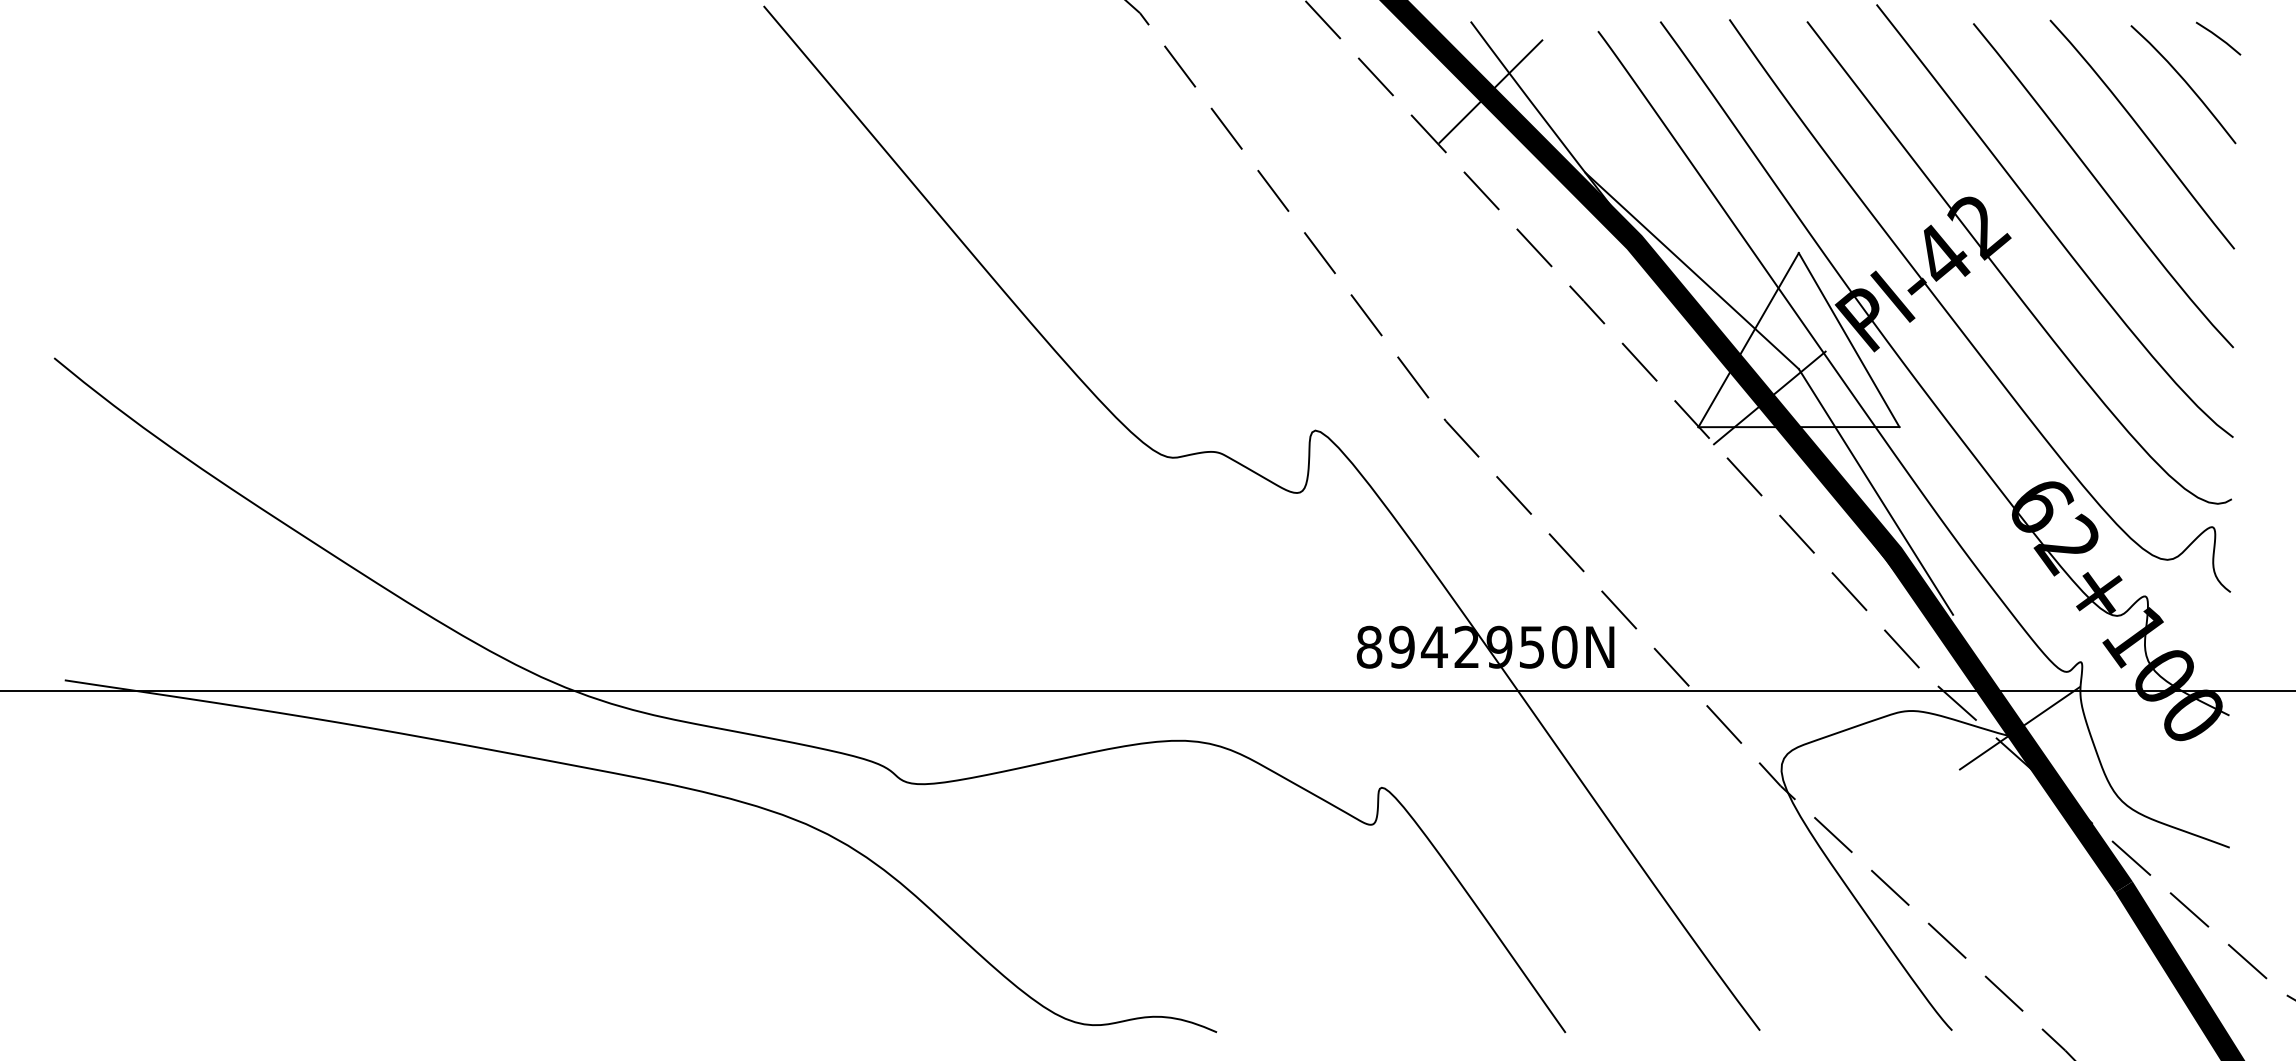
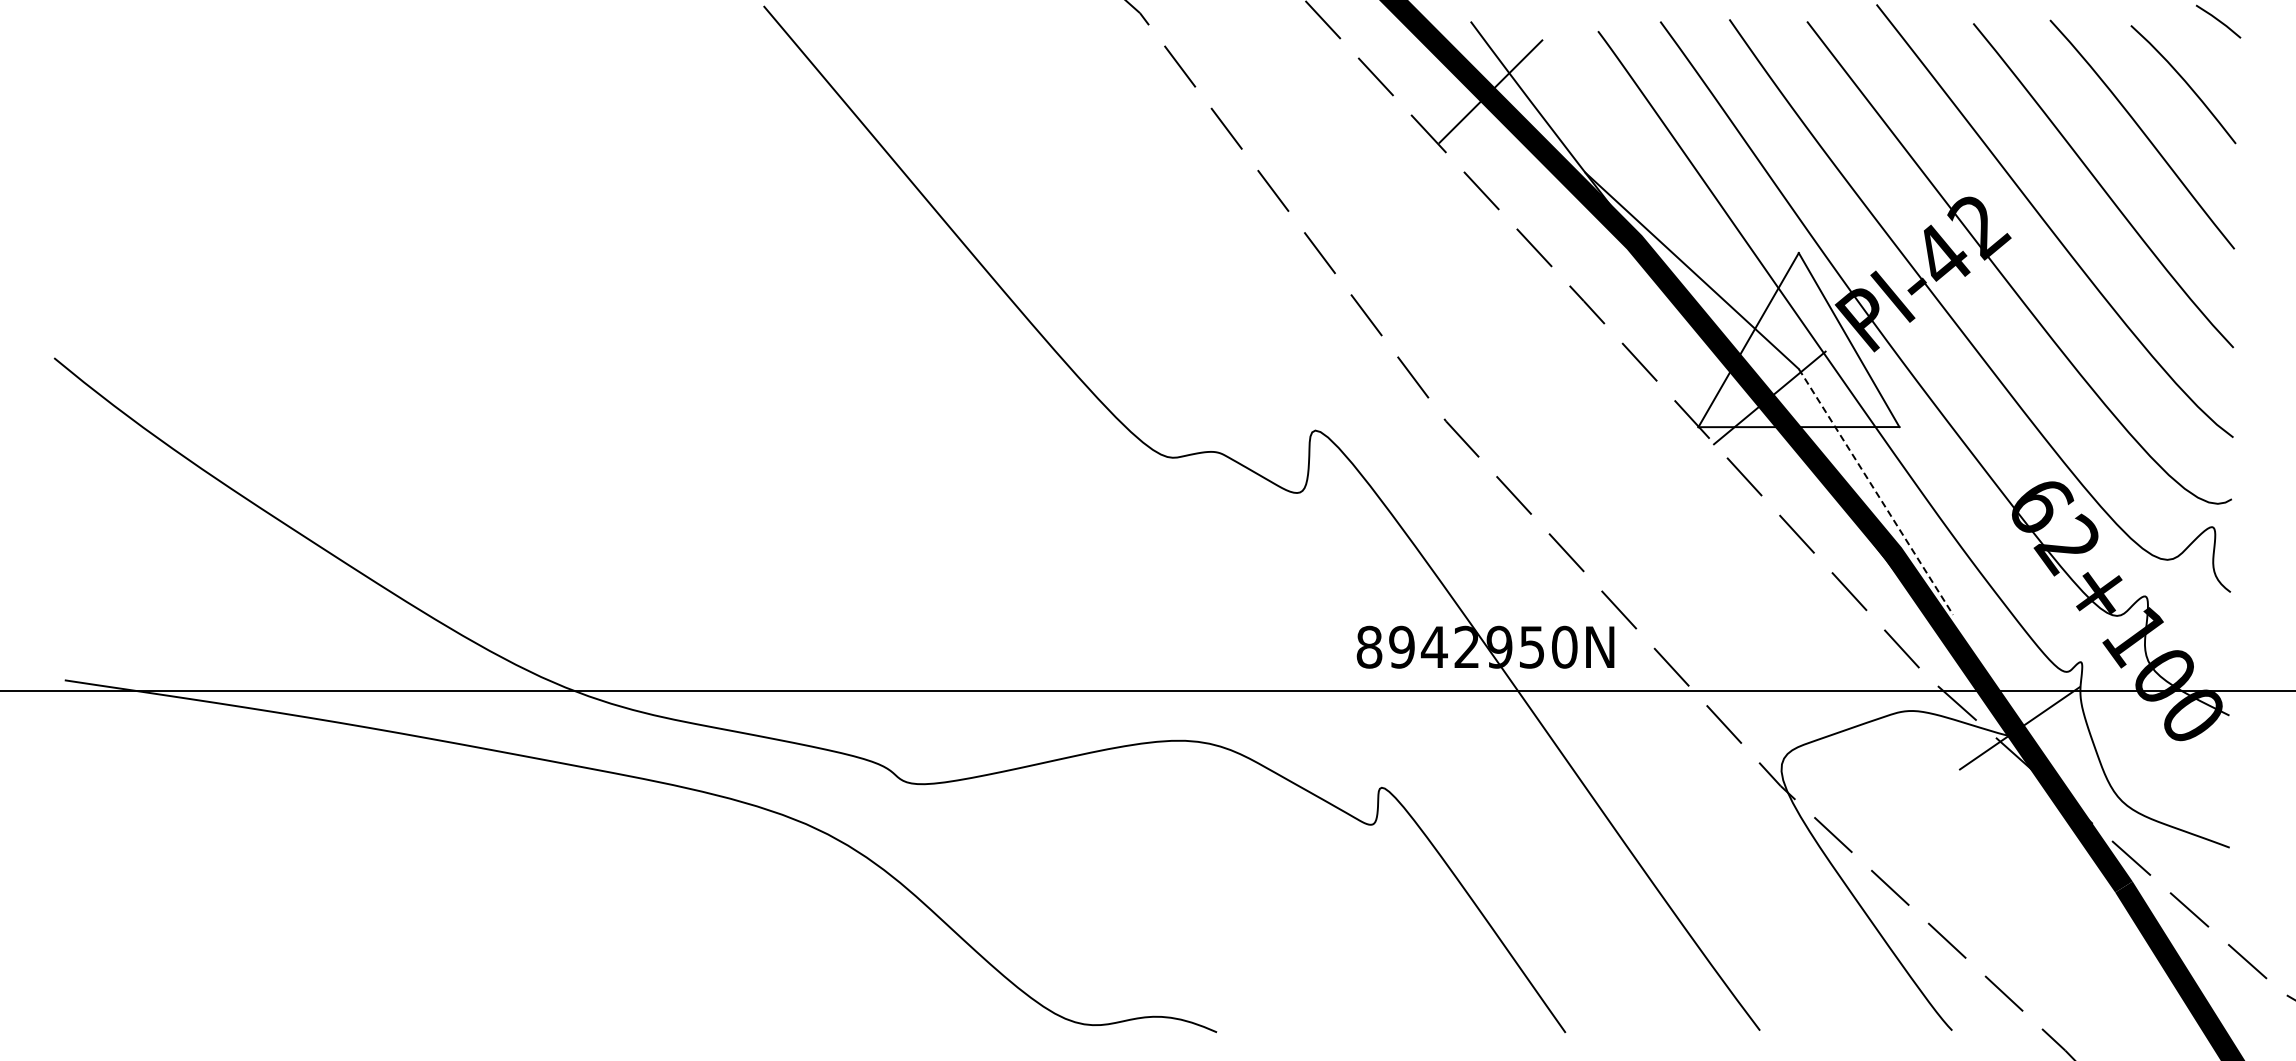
line at (2218, 38) position: (2218, 38) -> (2218, 21)
line at (1876, 492): solid -> dashed
